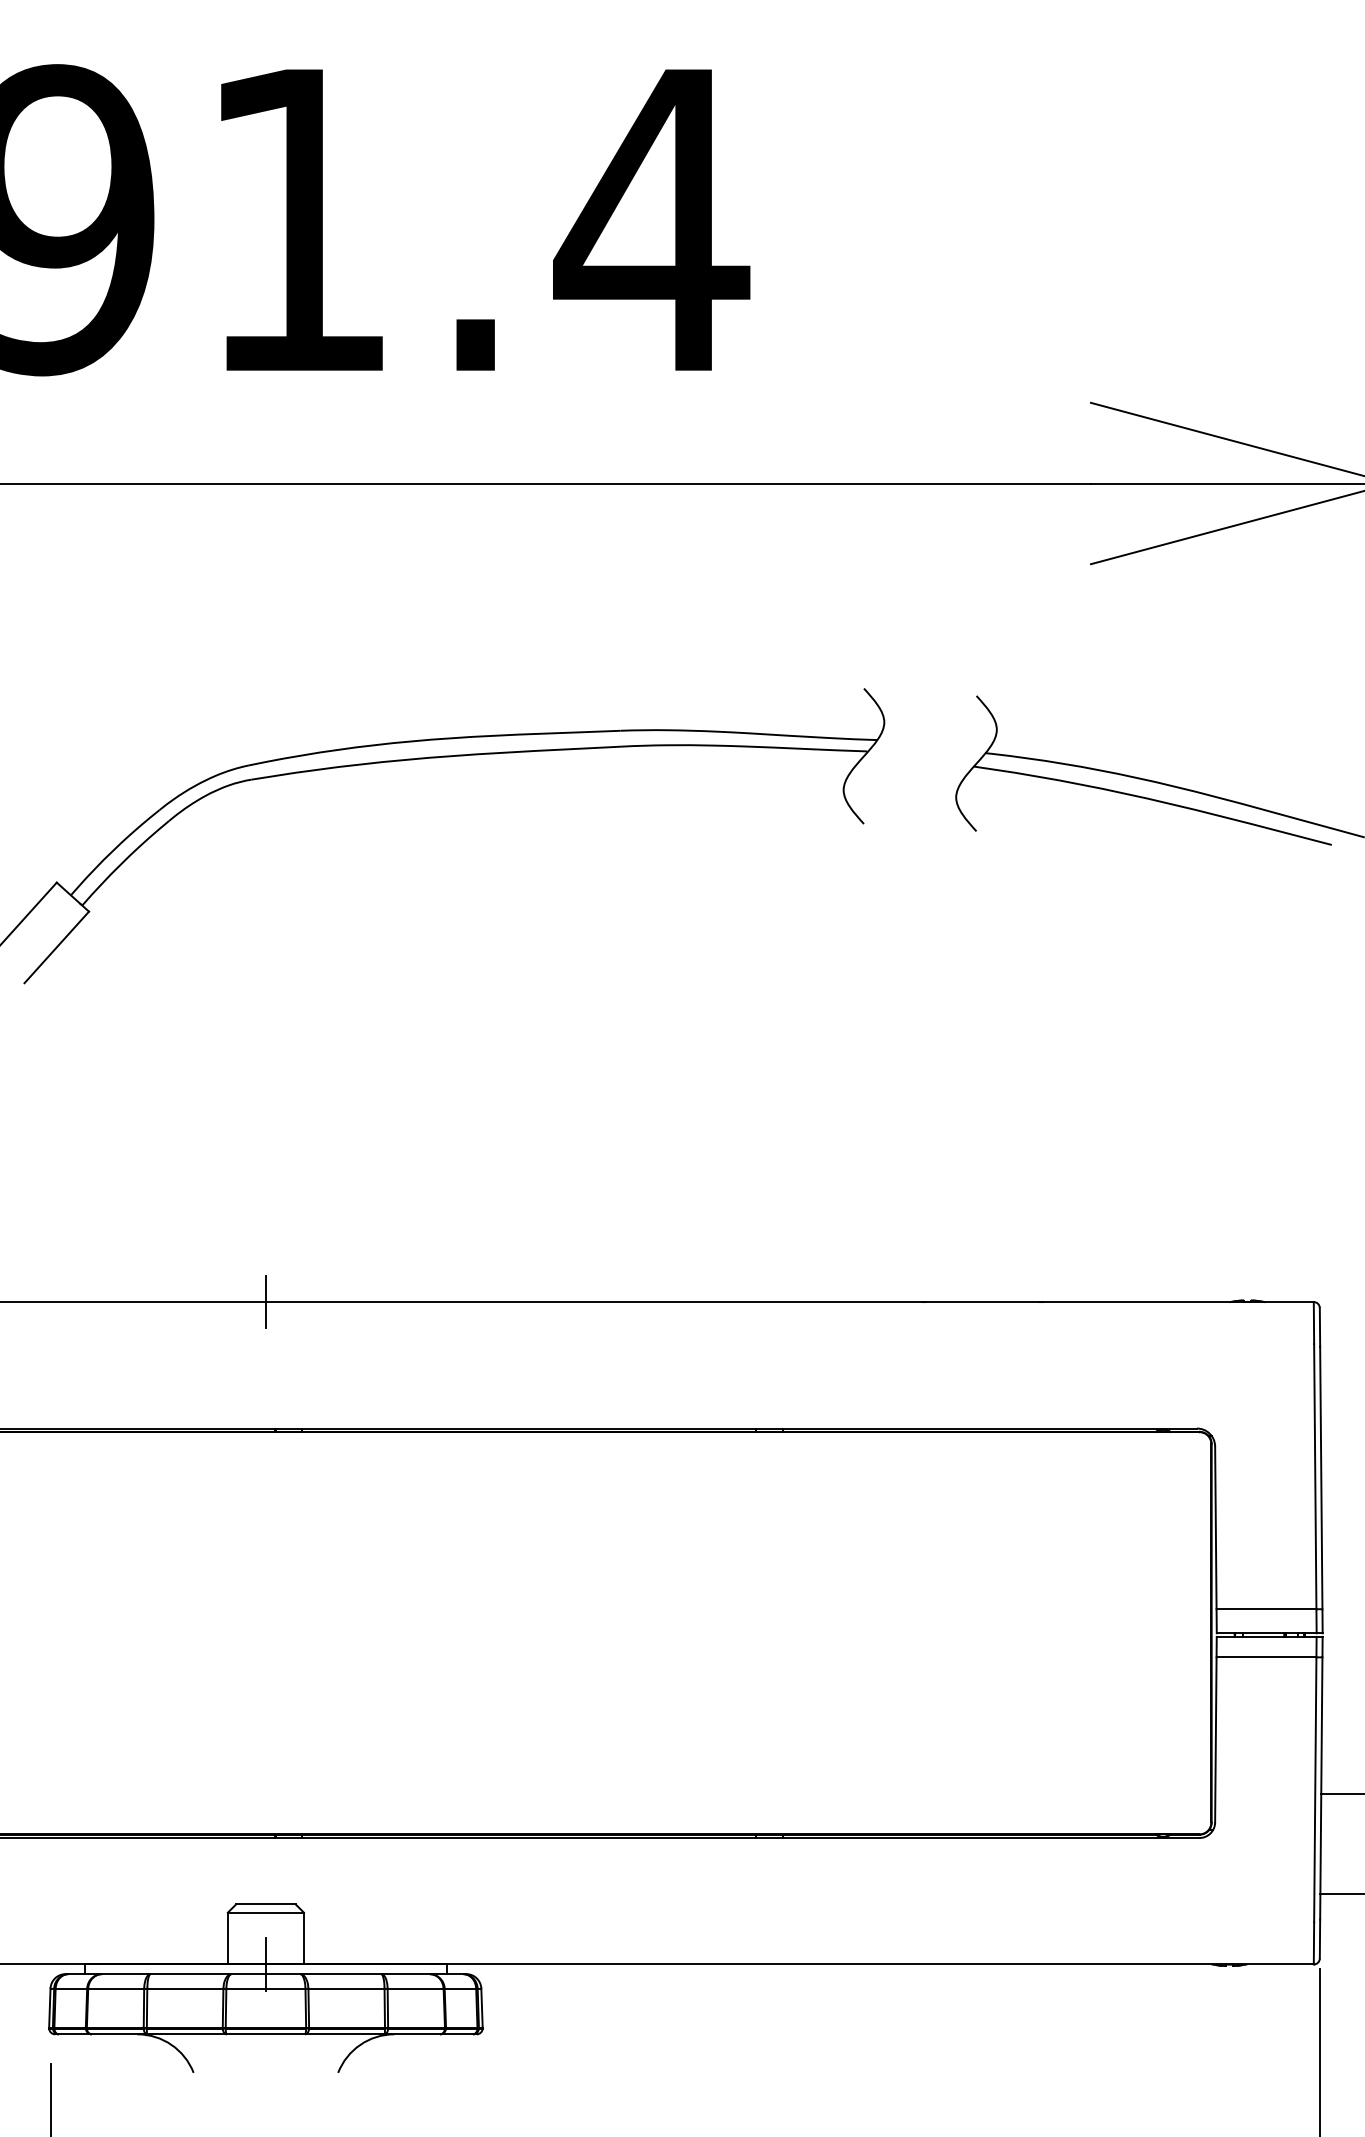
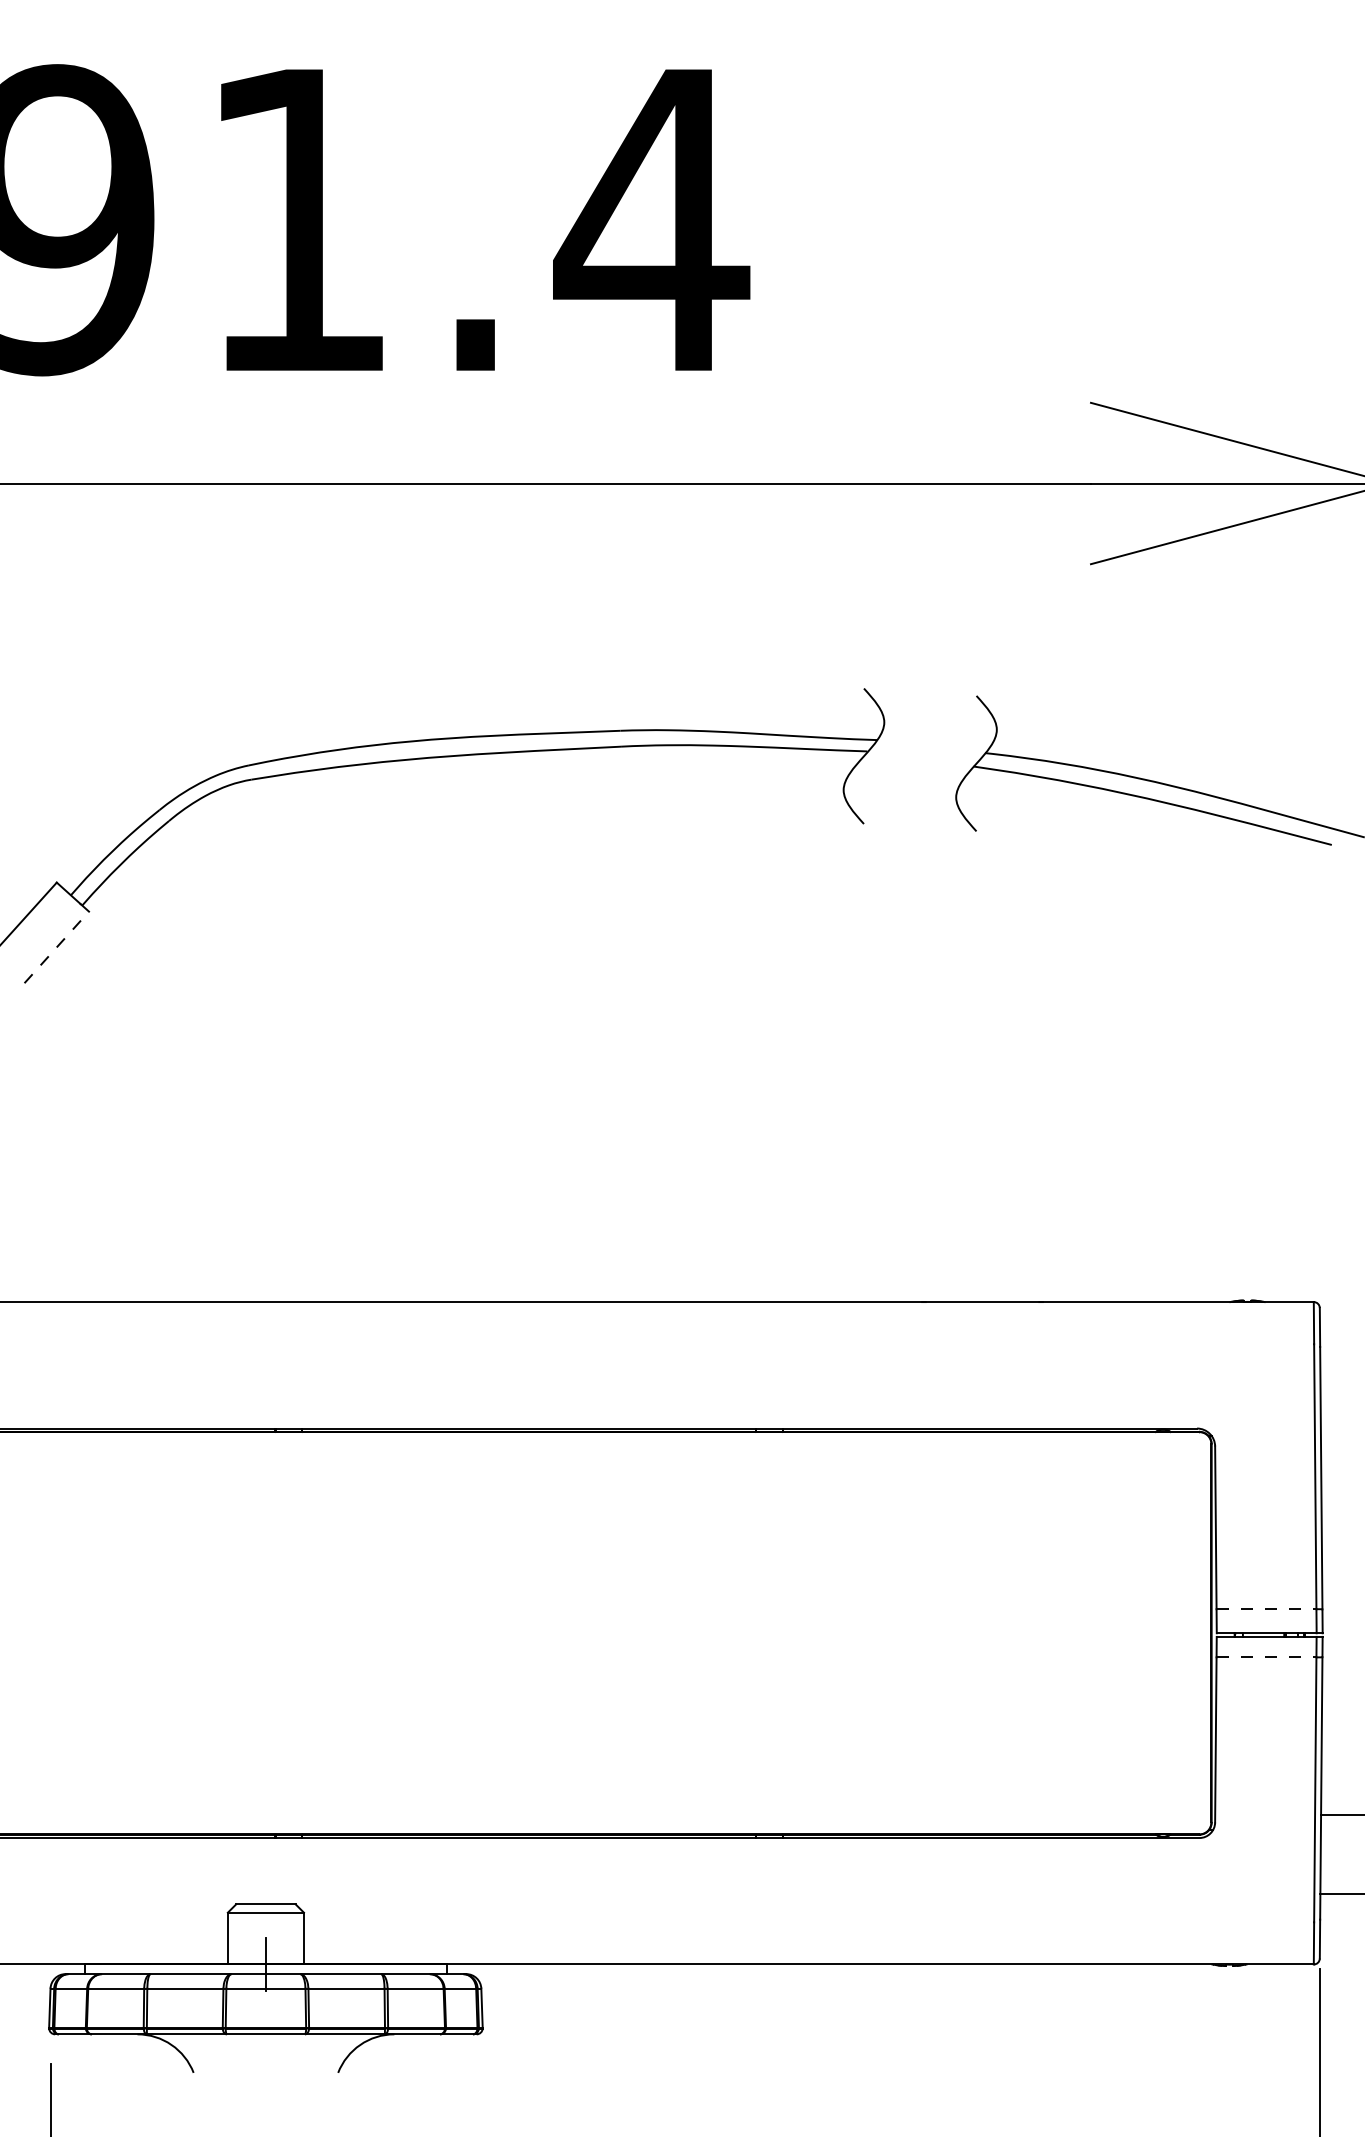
line at (57, 947): solid -> dashed
line at (265, 1302): present -> none
line at (1266, 1609): solid -> dashed
line at (1266, 1657): solid -> dashed
line at (1341, 1794) position: (1341, 1794) -> (1341, 1815)
